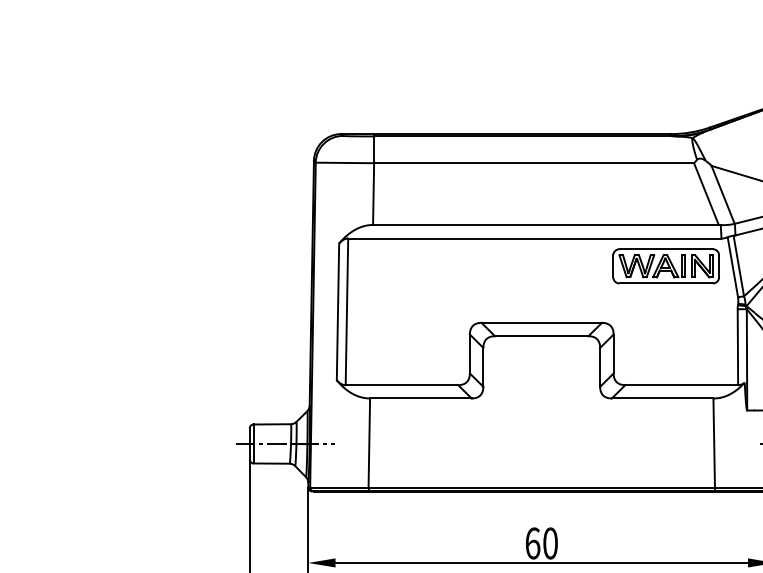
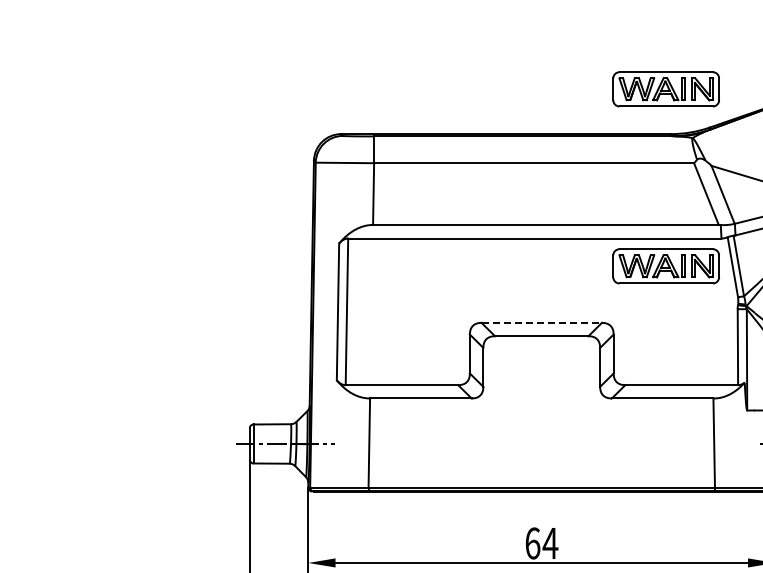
part at (665, 89): none -> present
line at (542, 322): solid -> dashed
text at (550, 543): 60 -> 64
